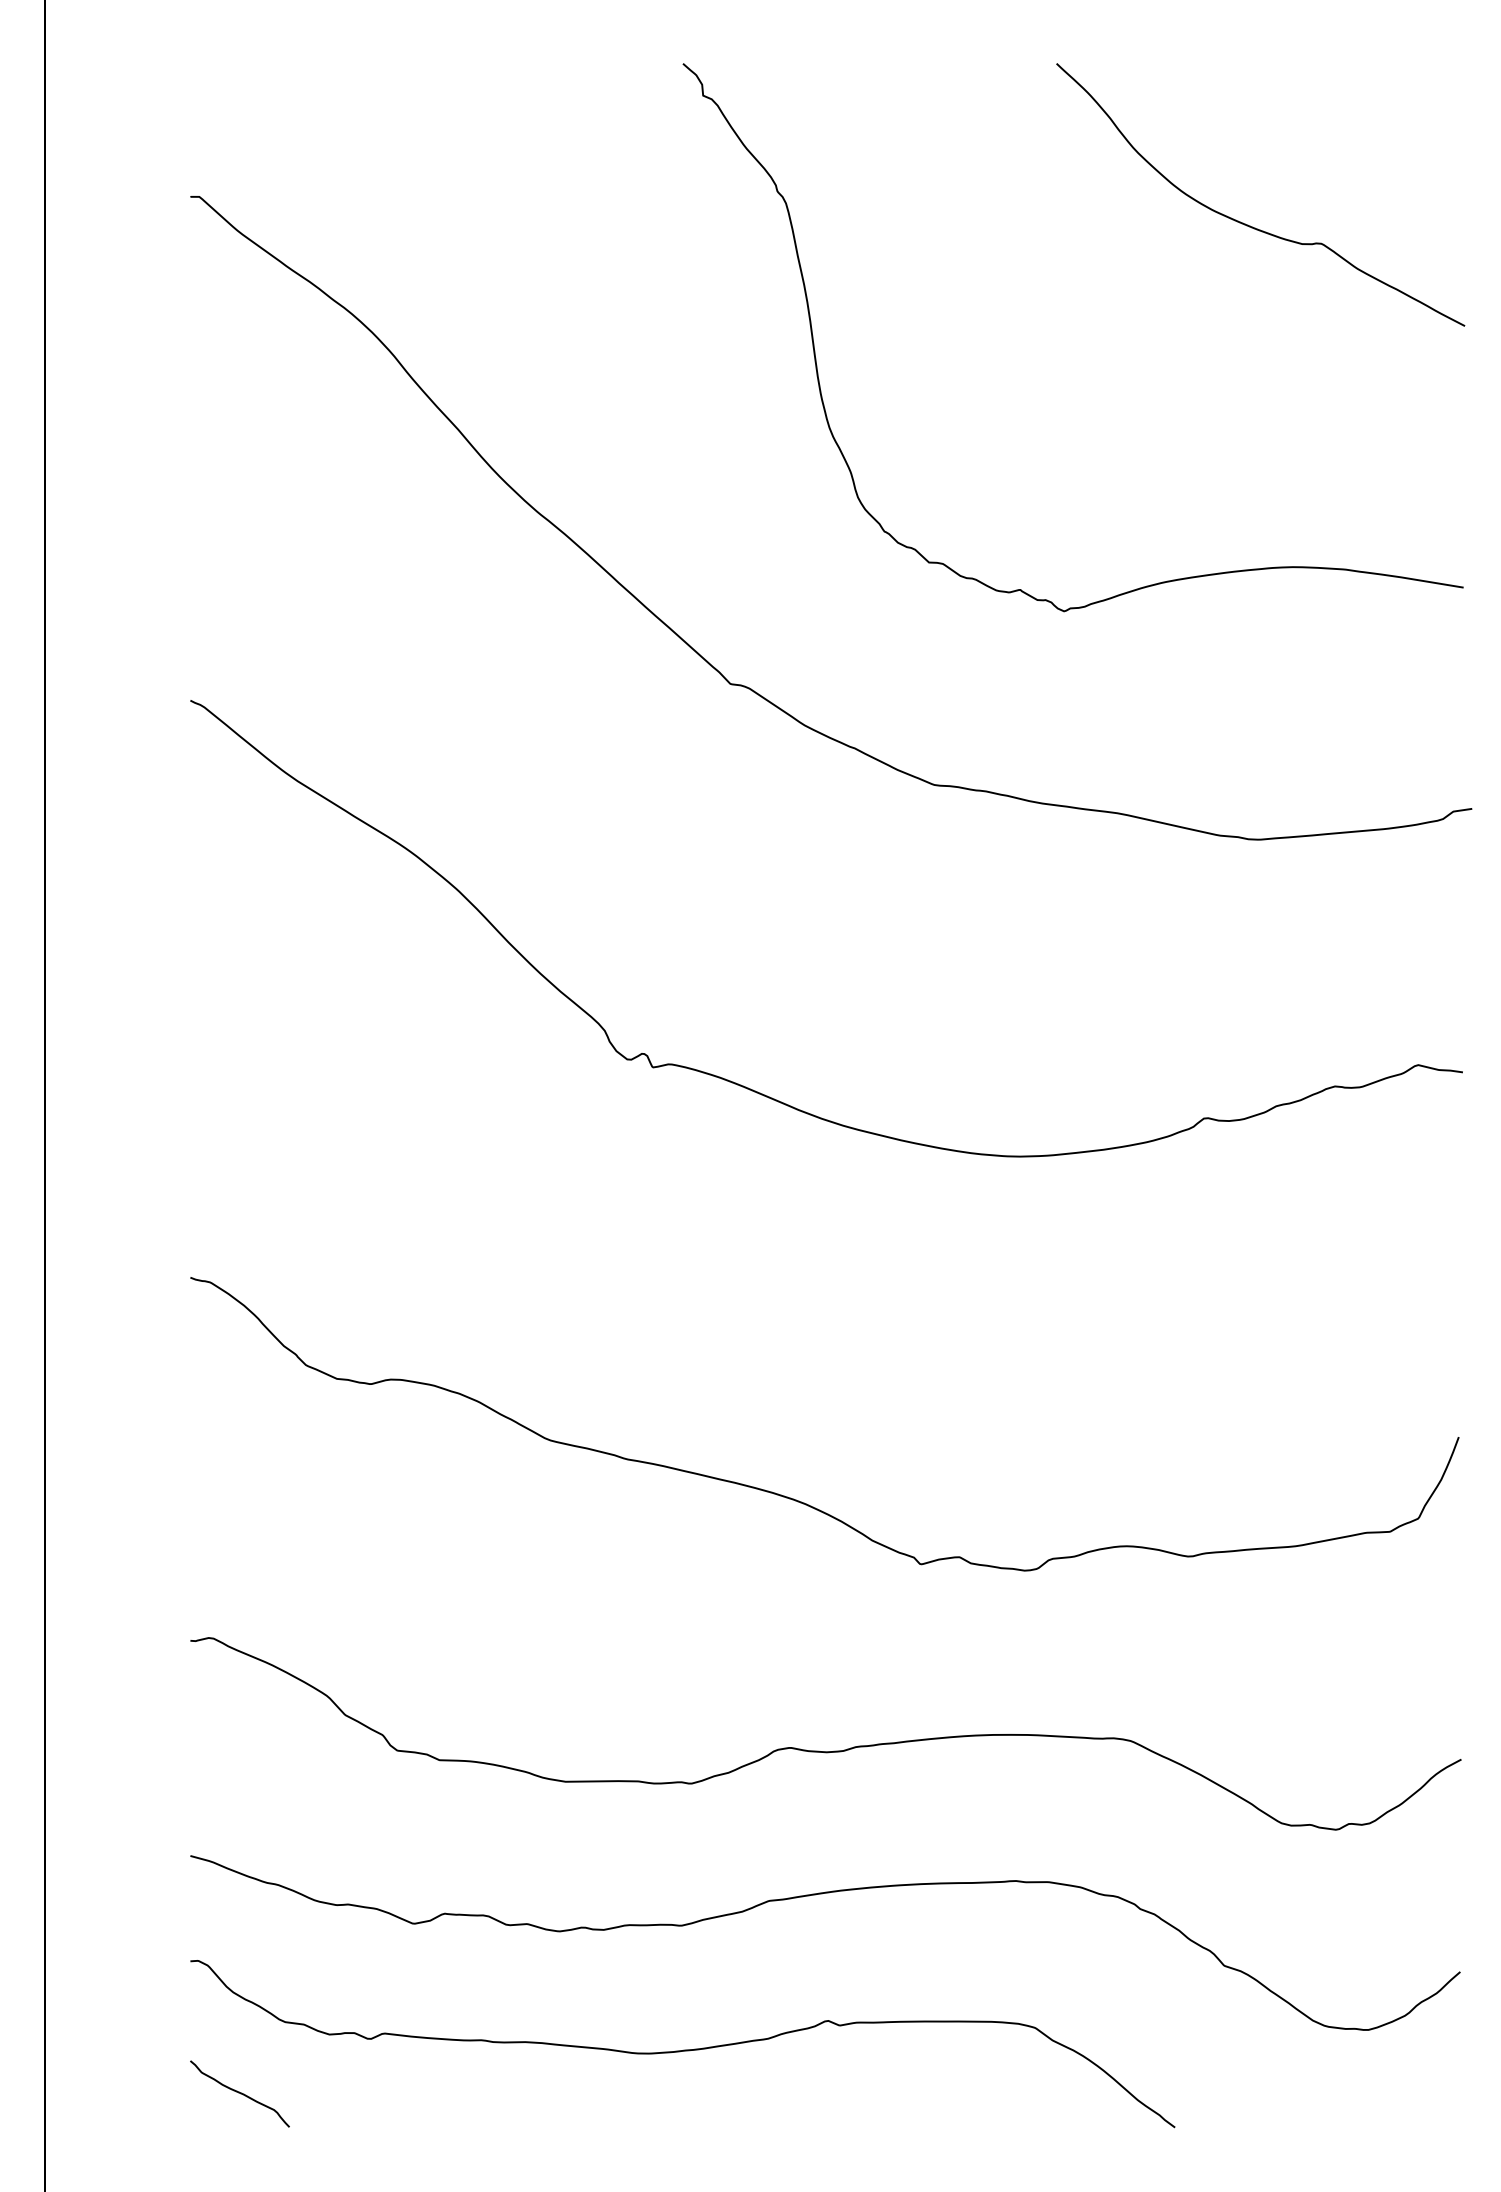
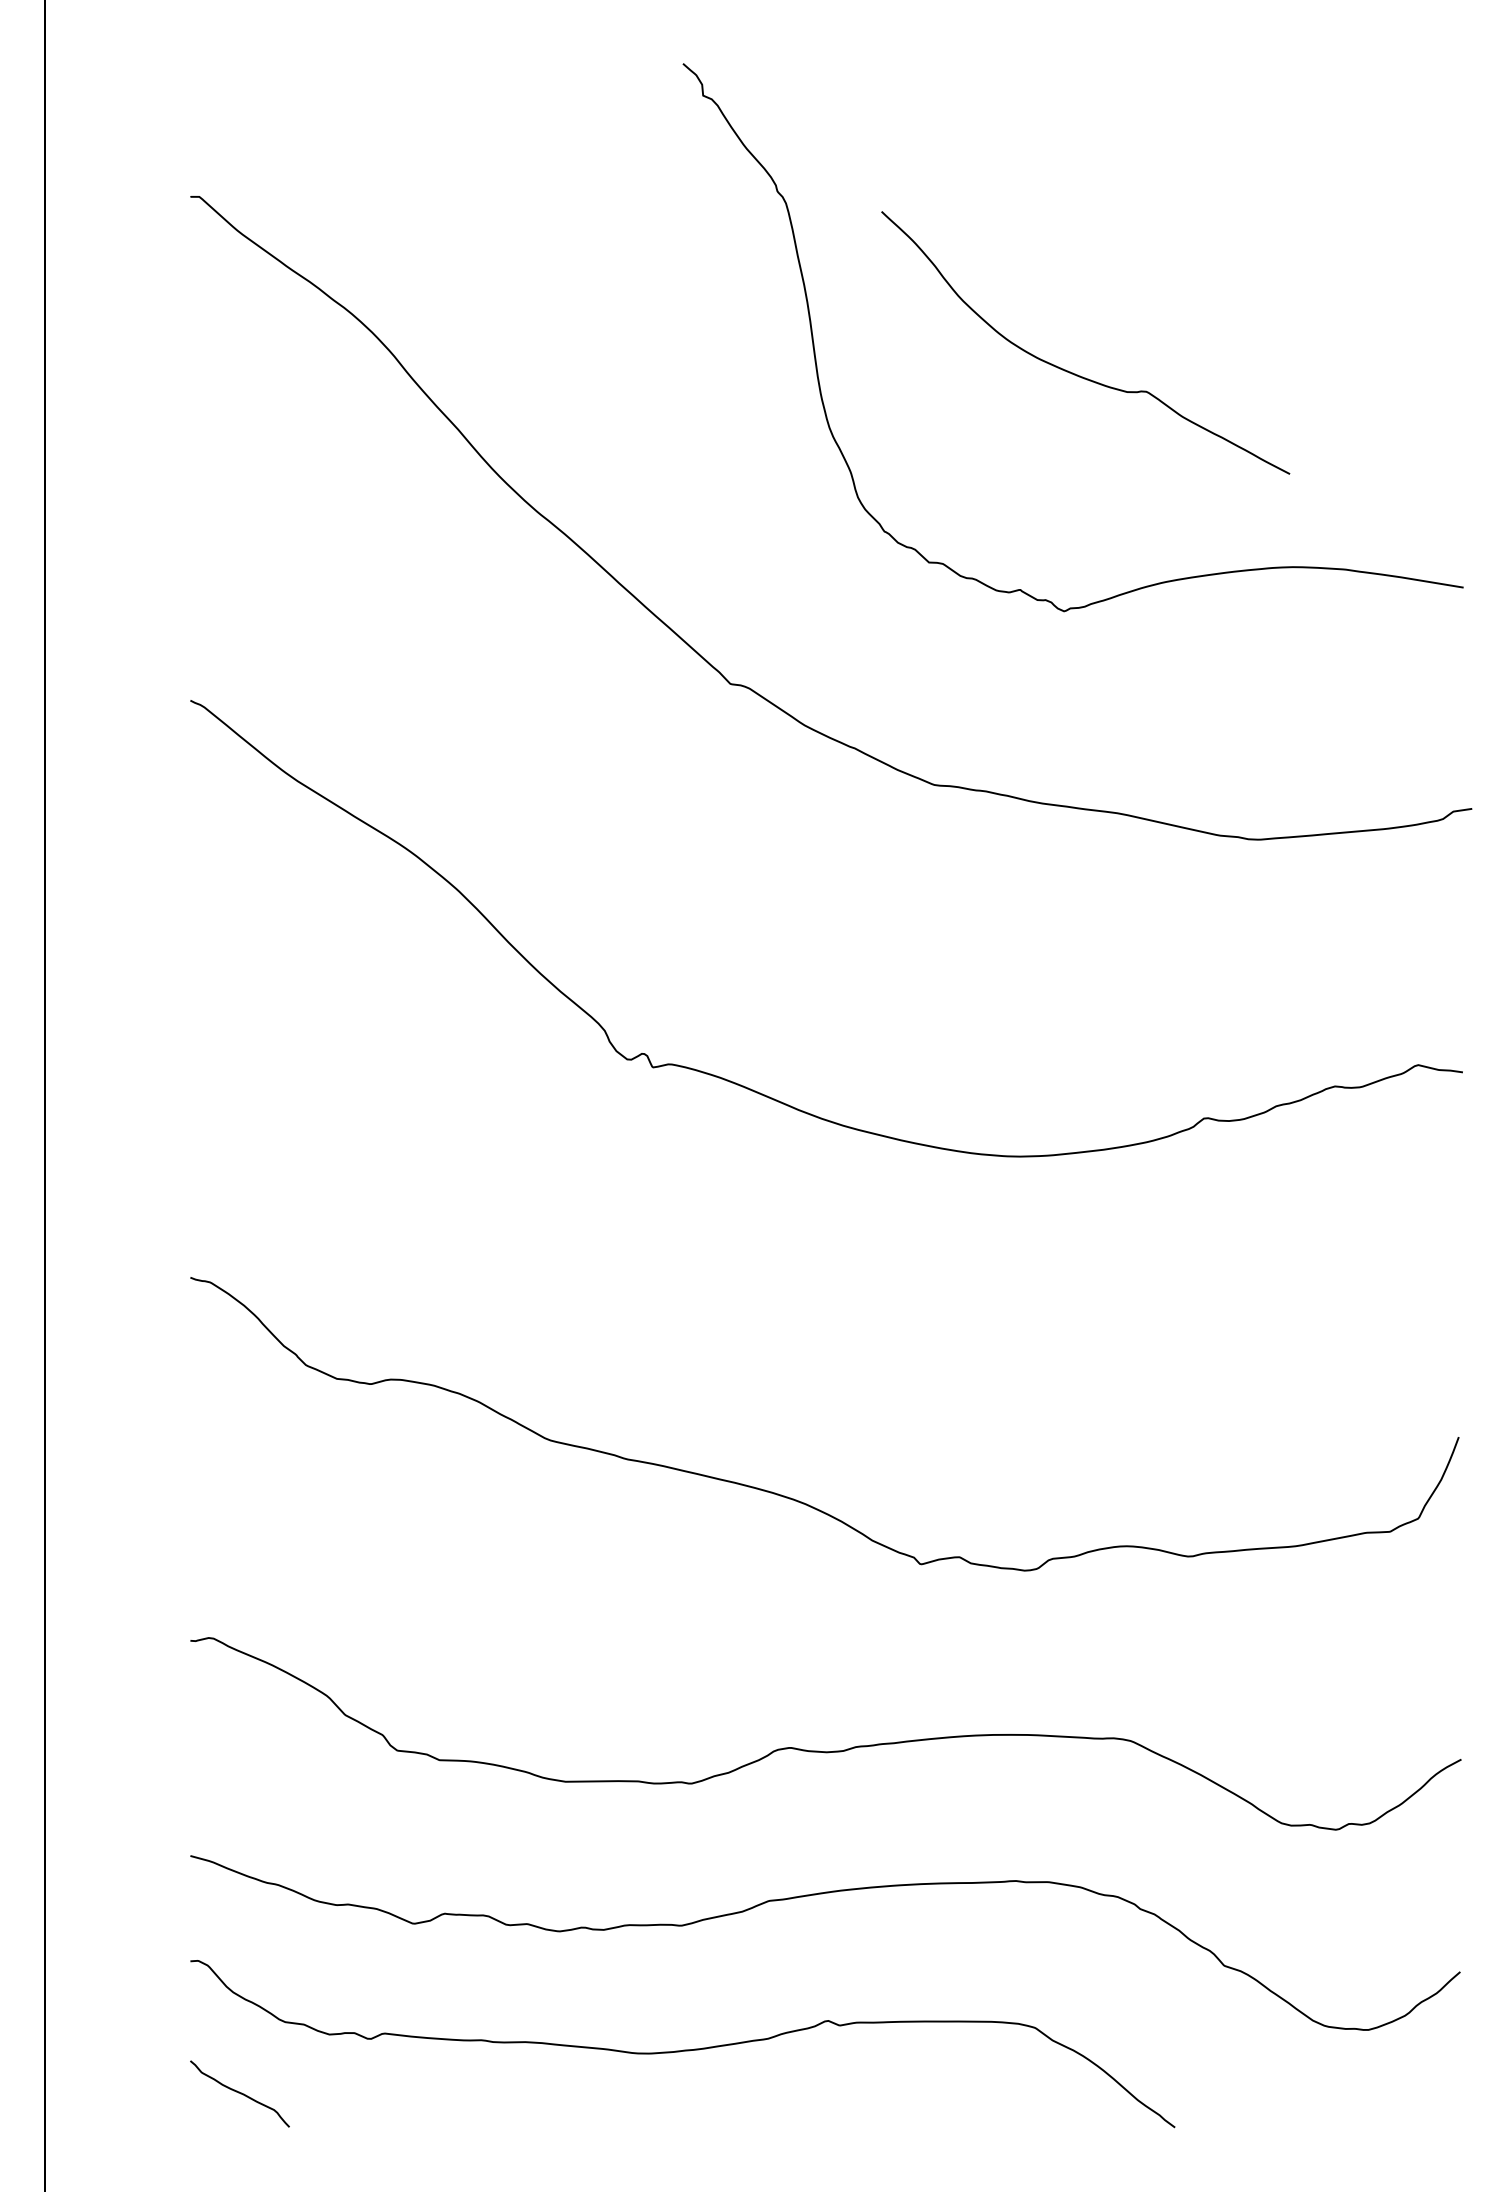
curve at (1250, 225) position: (1250, 225) -> (1075, 373)
